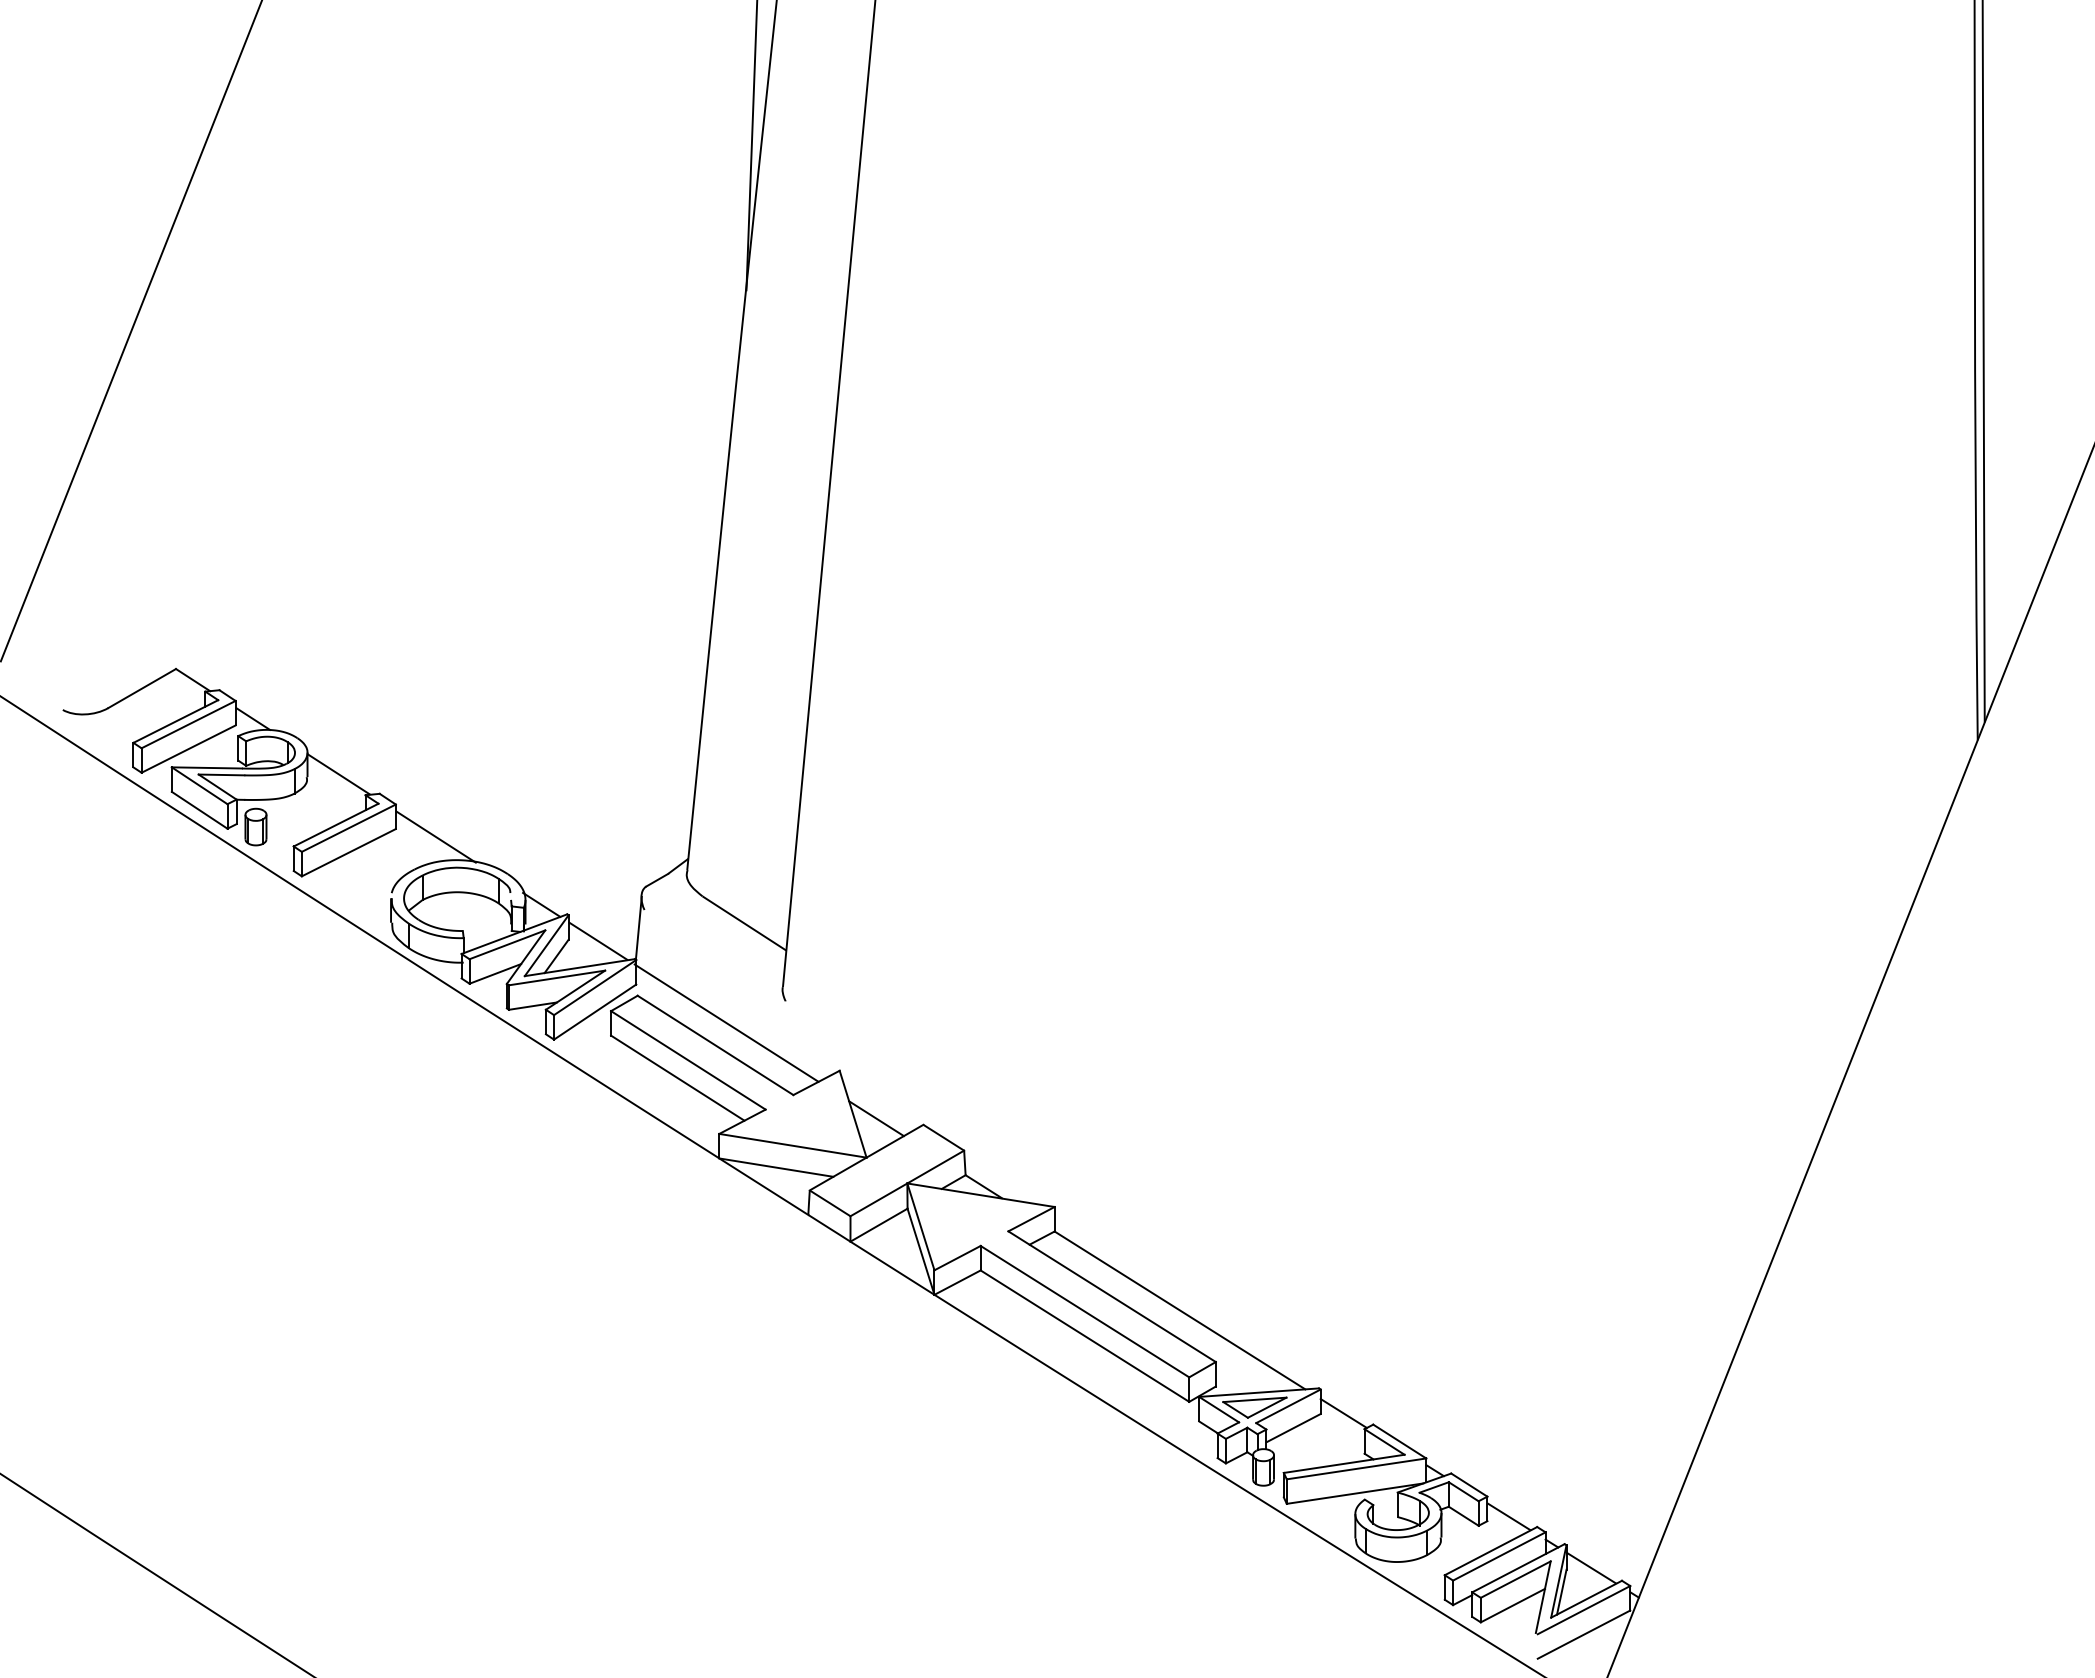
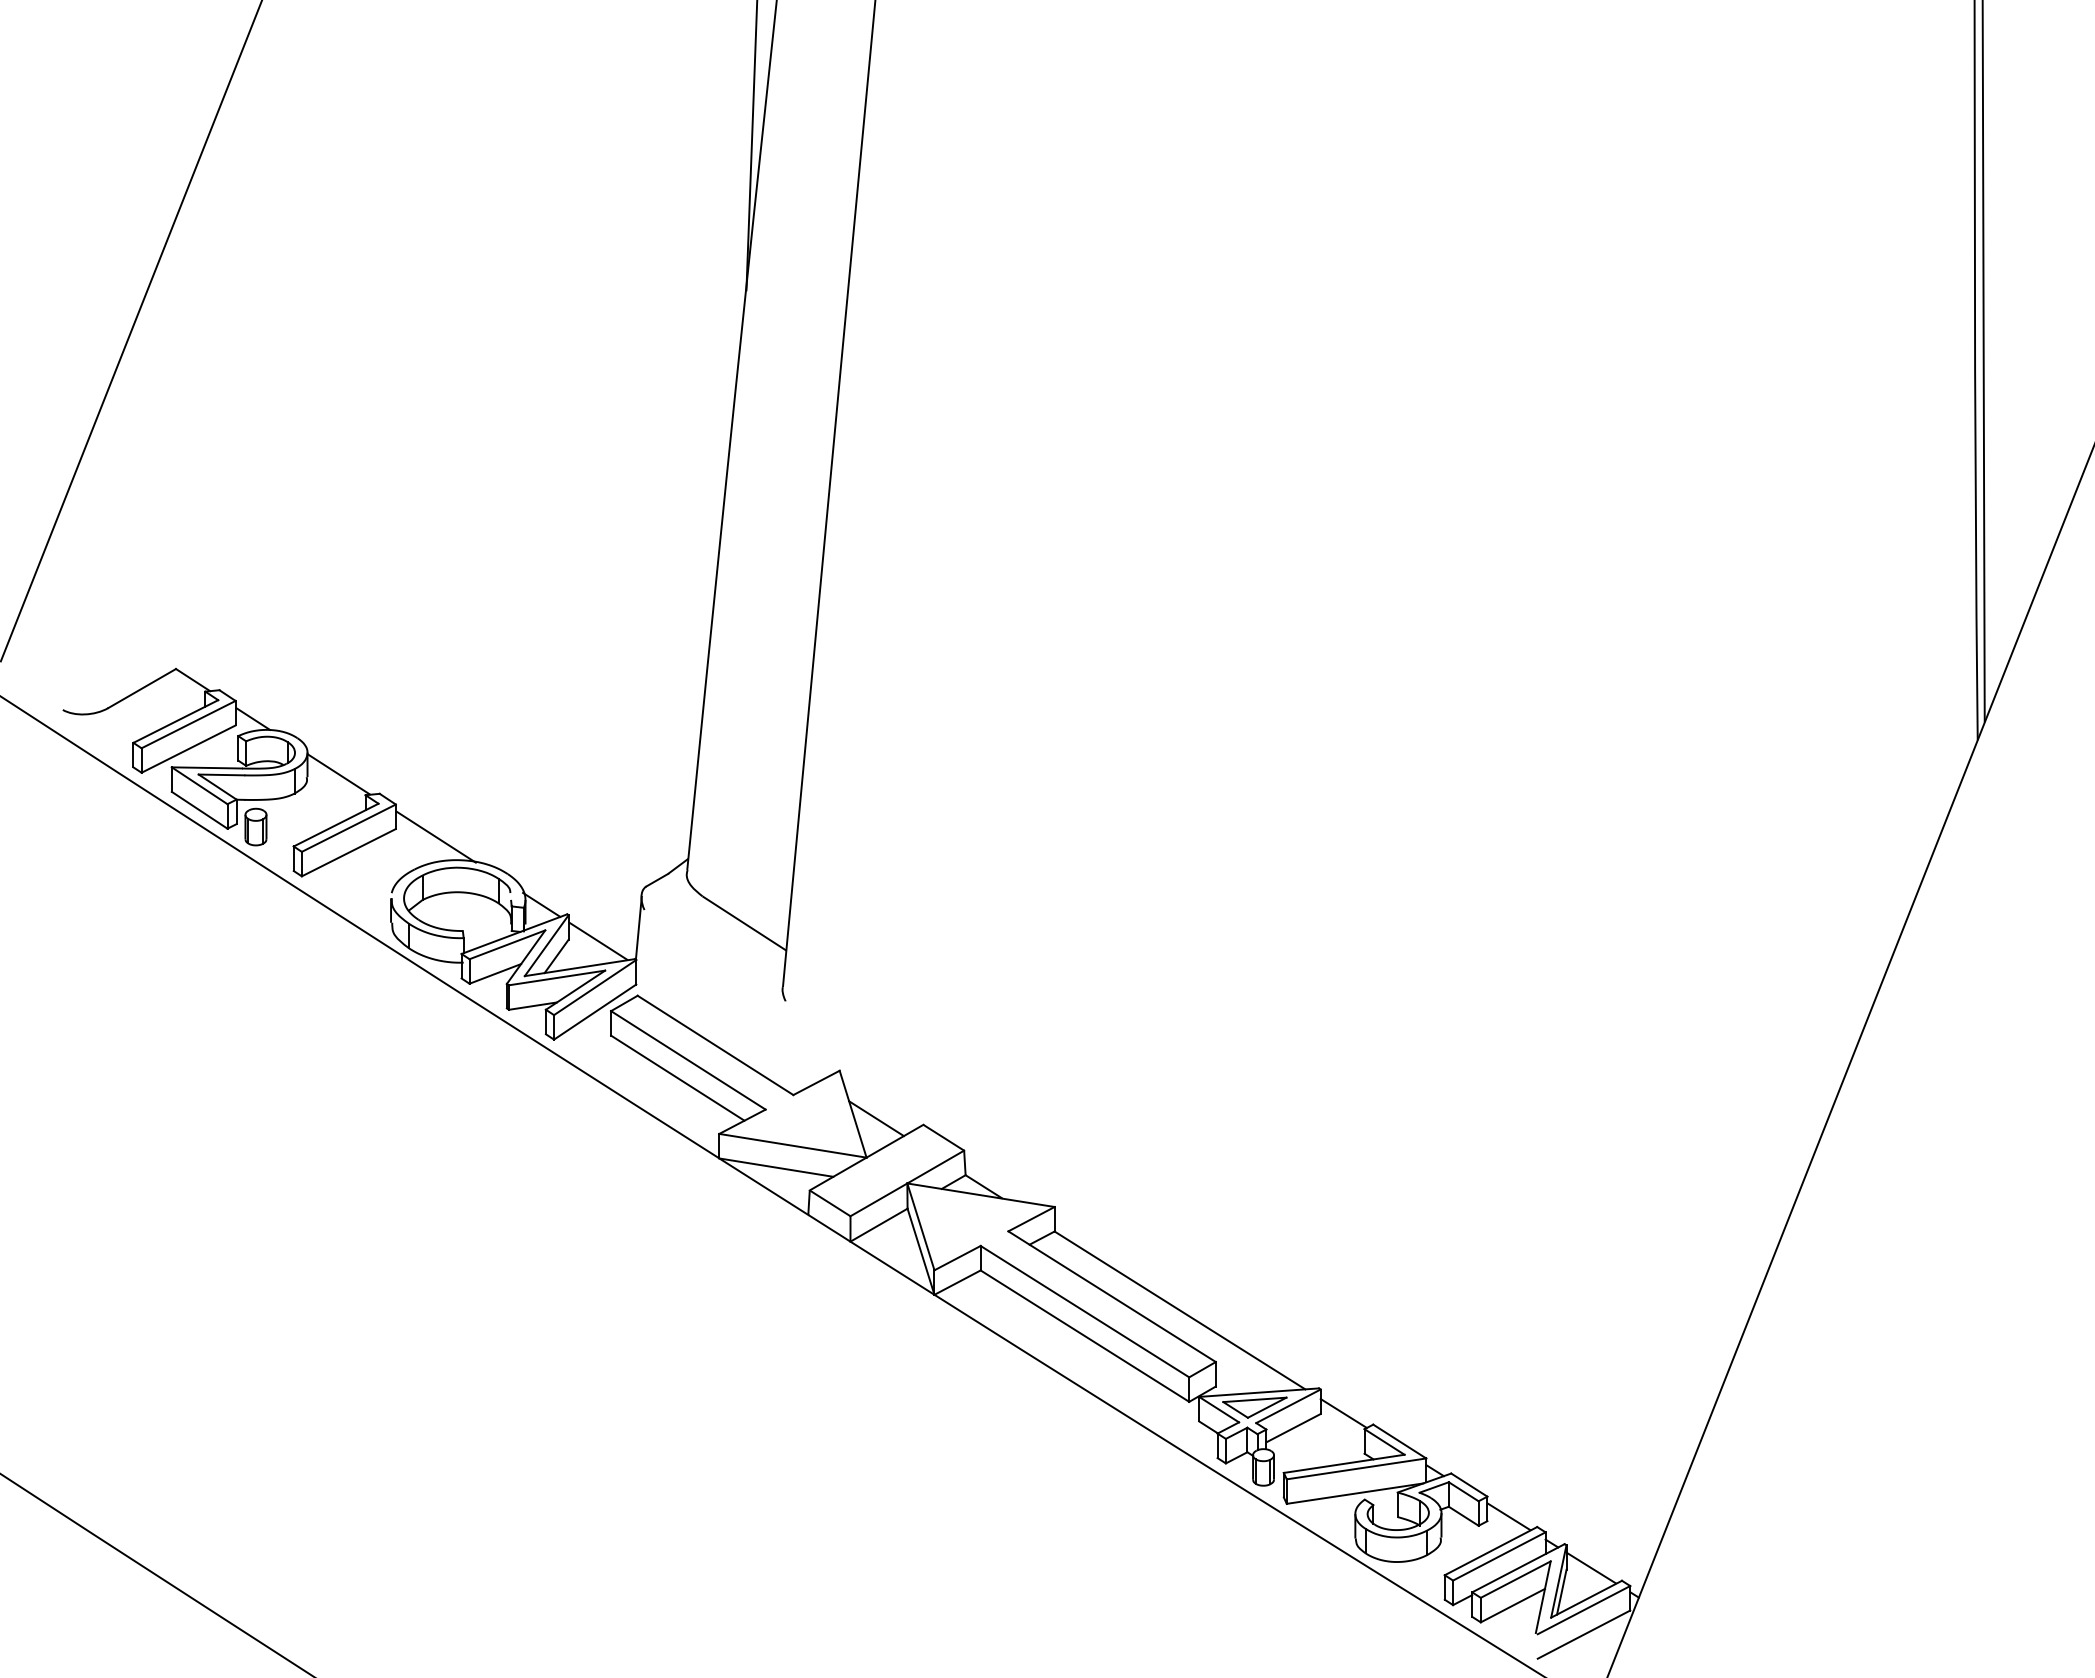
line at (726, 1022): present -> none
